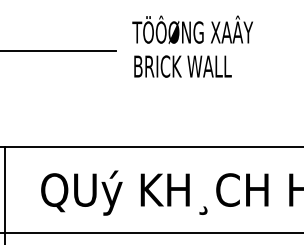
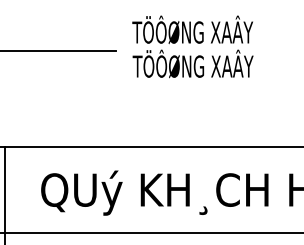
text at (192, 63): BRICK WALL -> TÖÔØNG XAÂY
